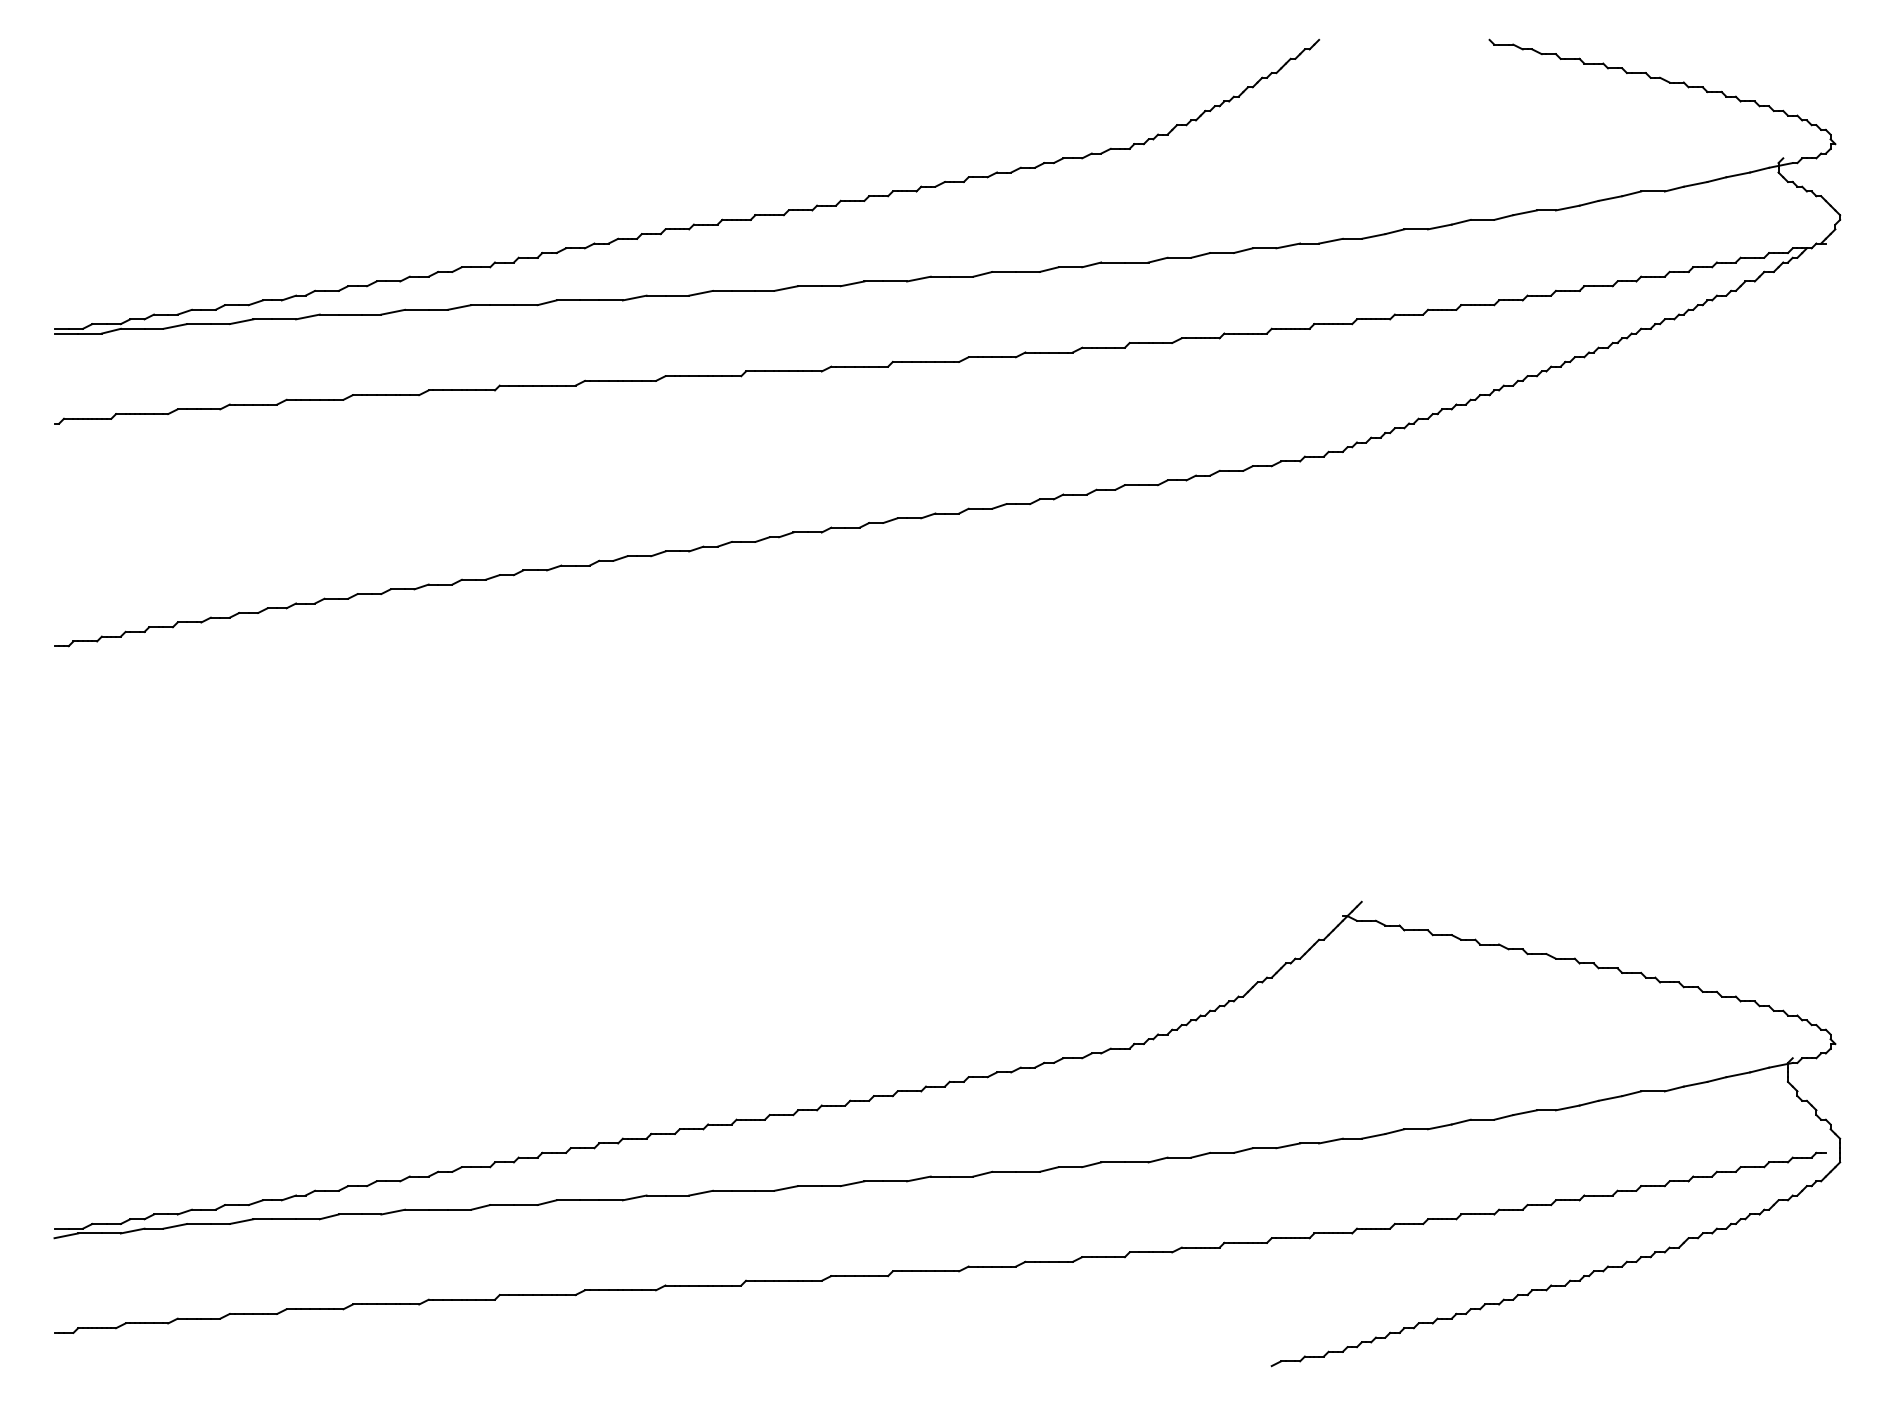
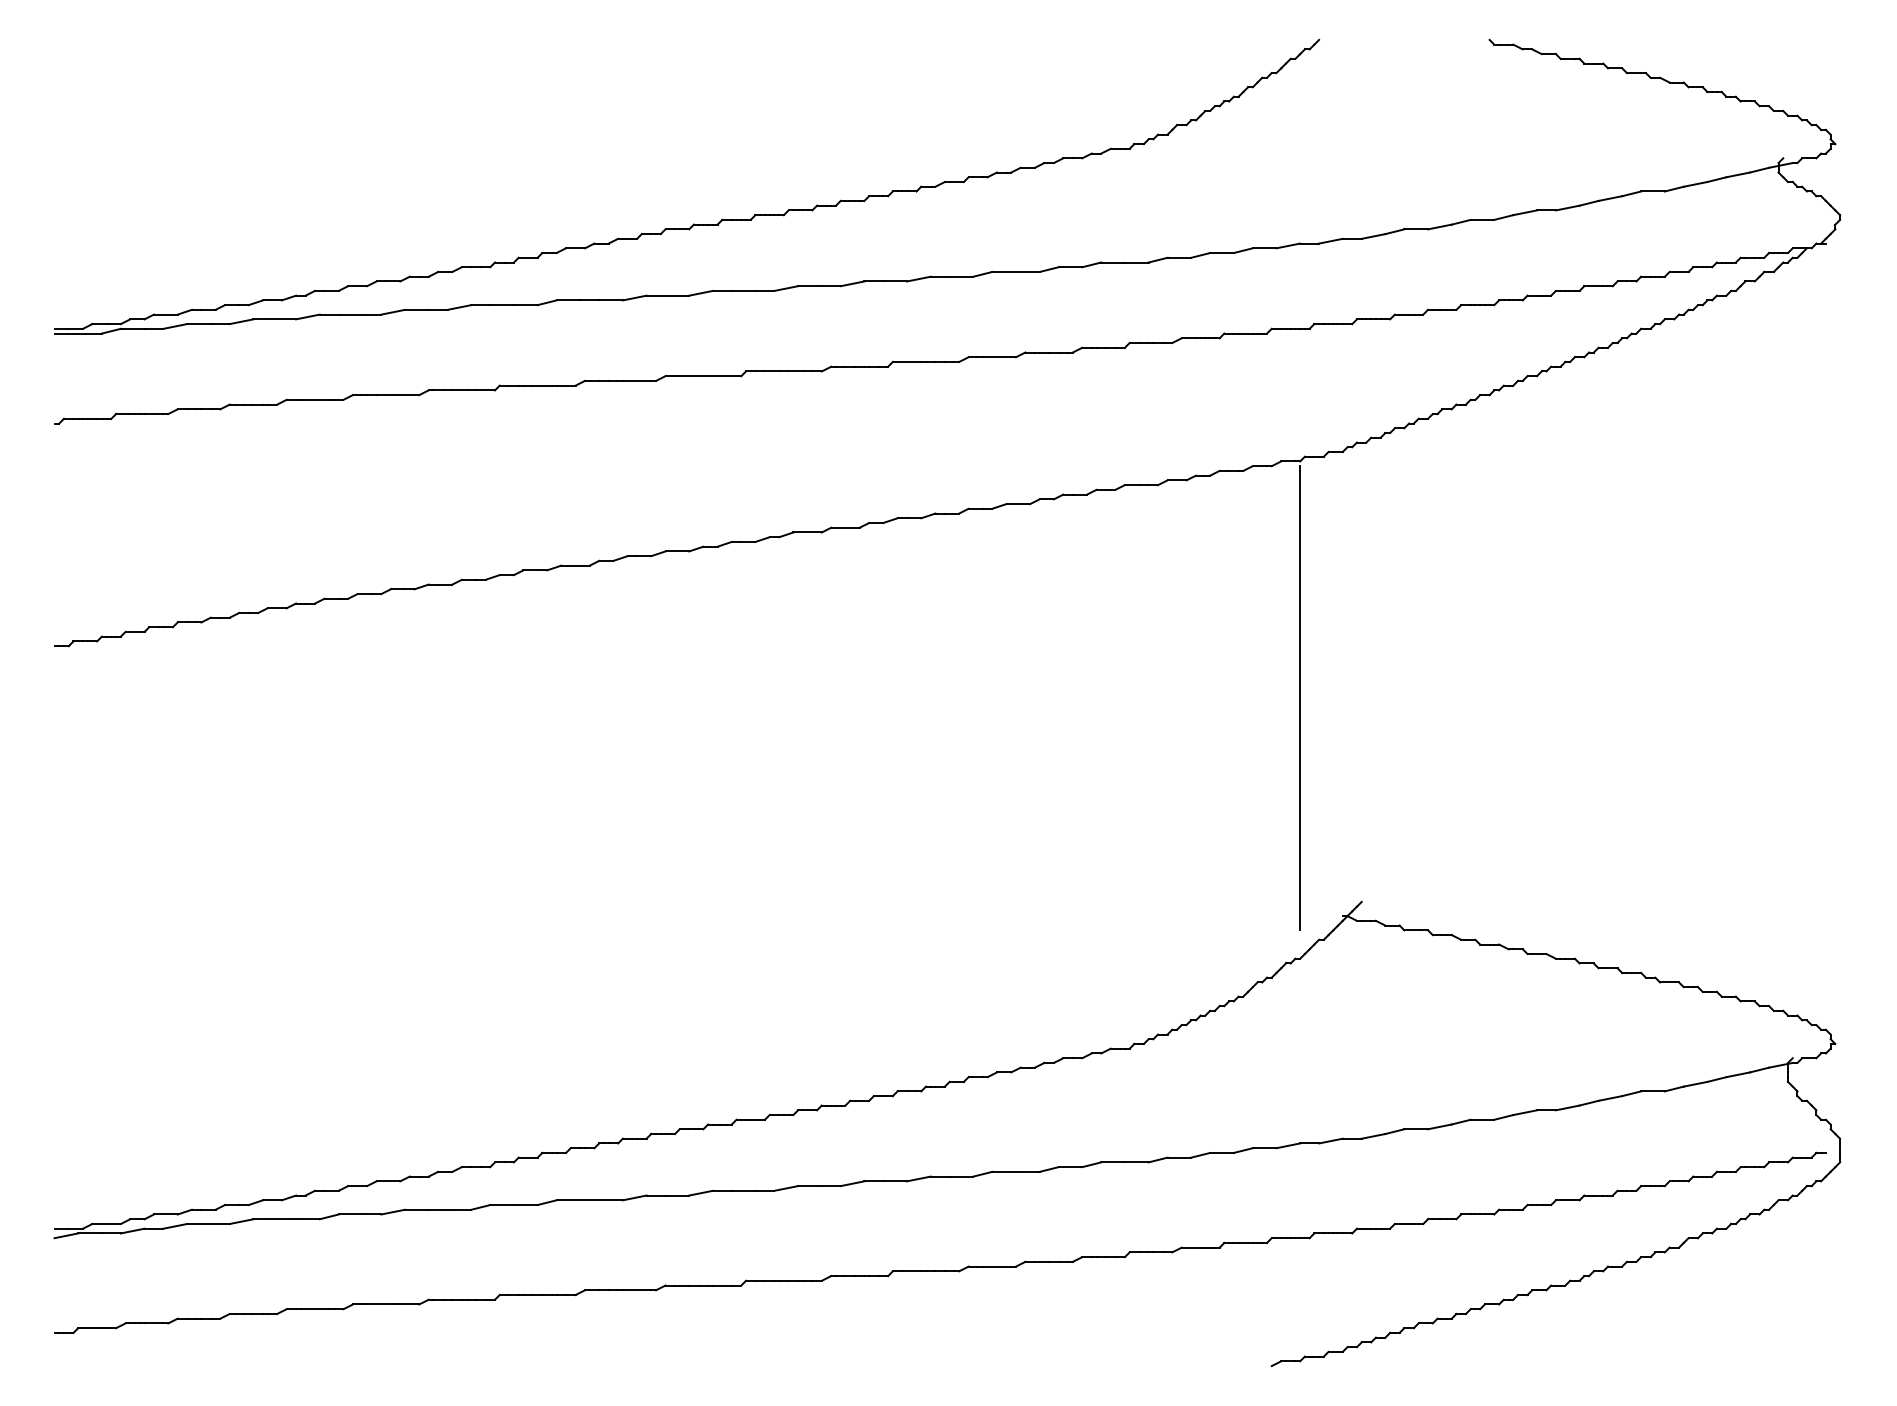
line at (1300, 698): none -> present
